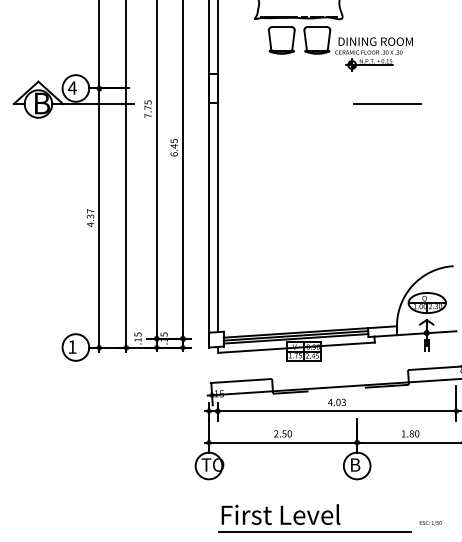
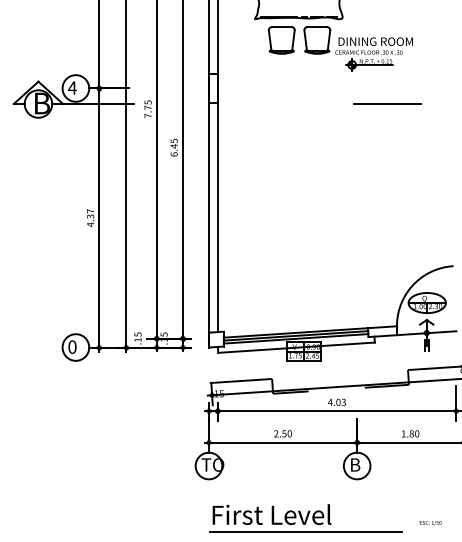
text at (72, 346): 1 -> 0
part at (314, 518) position: (314, 518) -> (305, 518)
